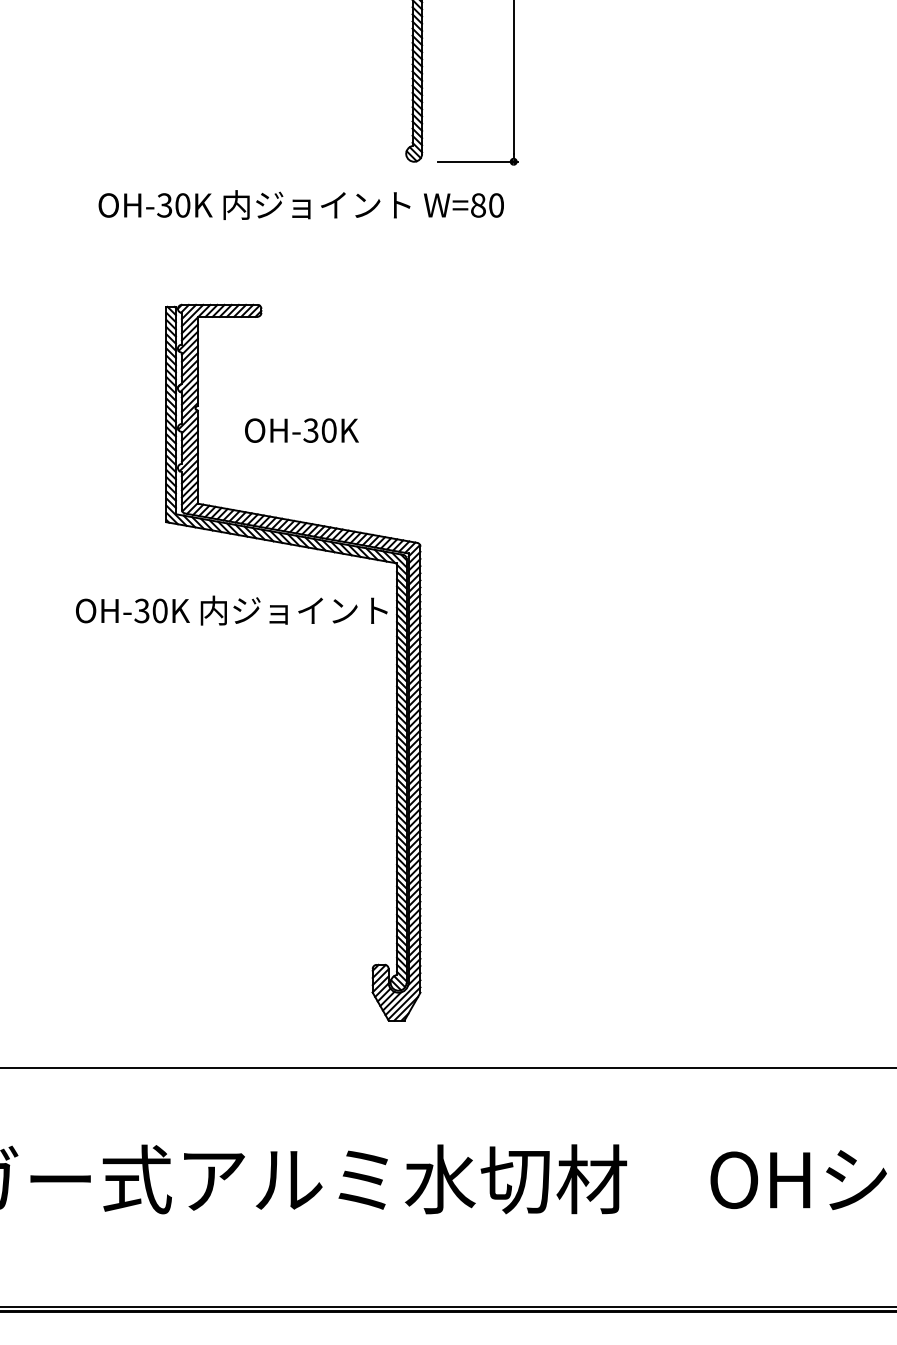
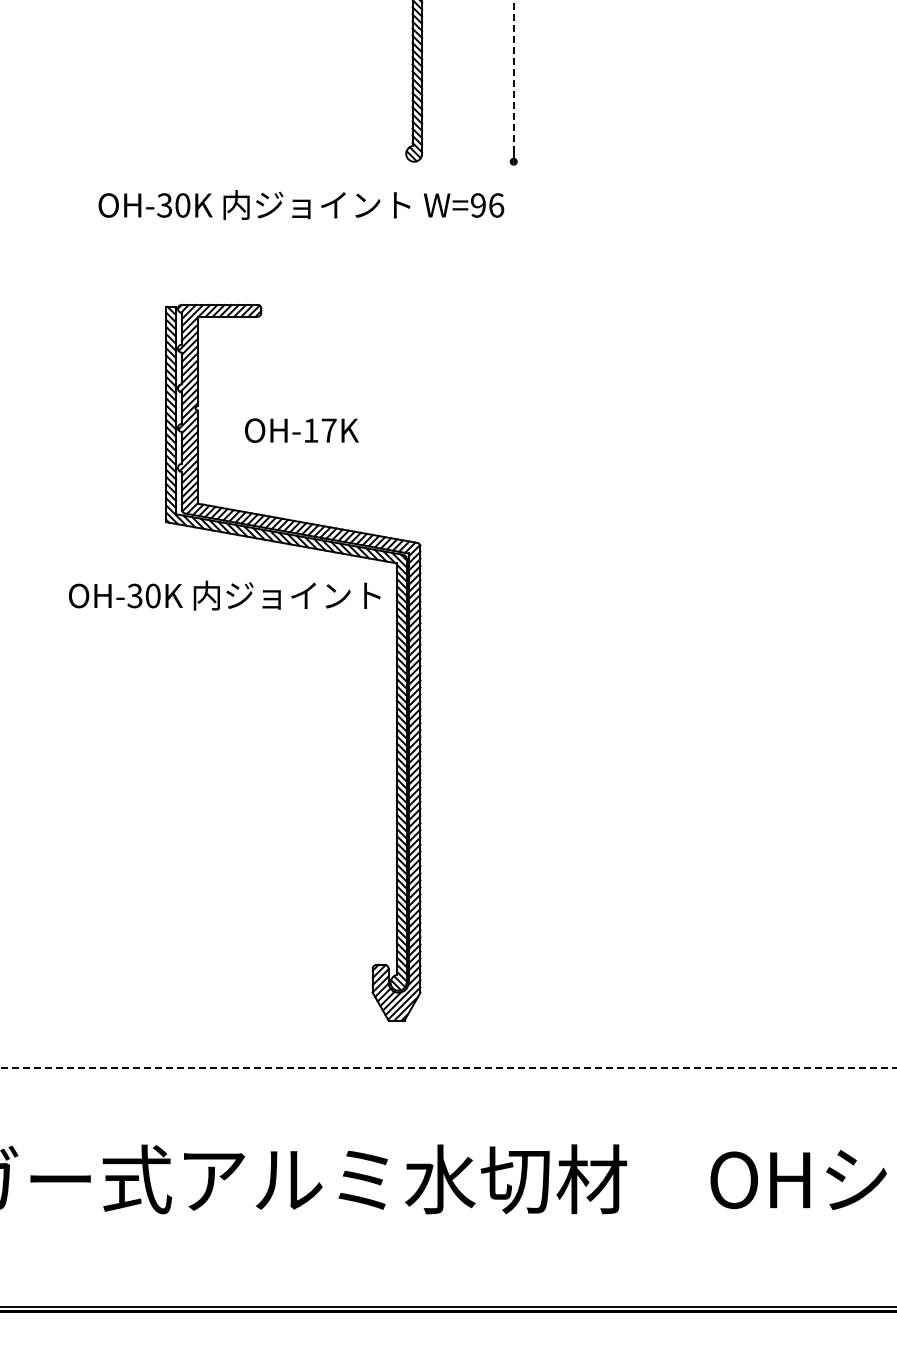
line at (513, 77): solid -> dashed
line at (477, 161): present -> none
text at (487, 205): W=80 -> W=96
text at (319, 430): OH-30K -> OH-17K
text at (231, 610) position: (231, 610) -> (224, 595)
line at (448, 1068): solid -> dashed
